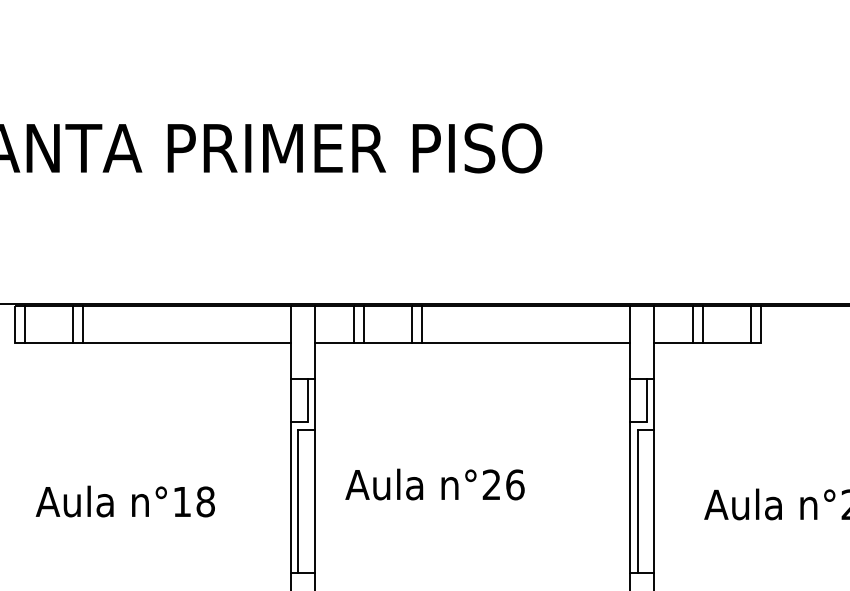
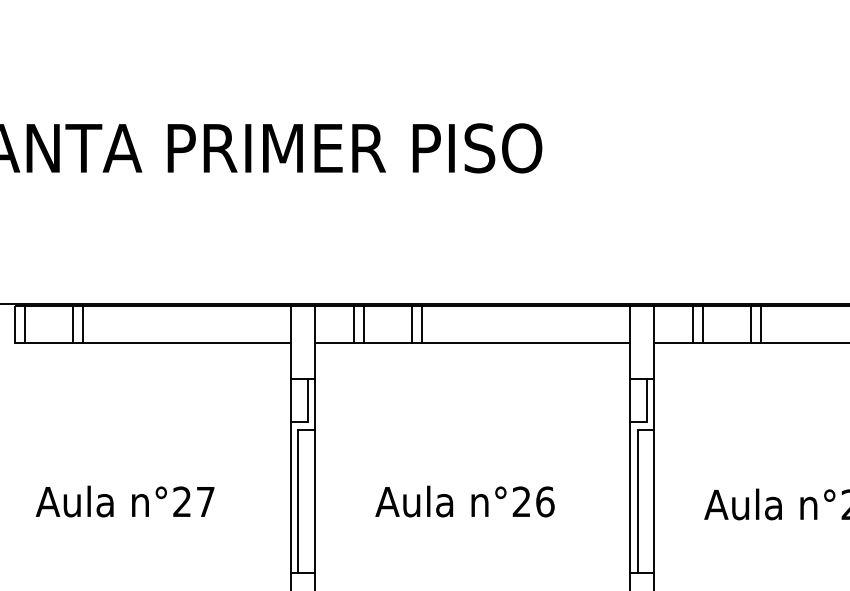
line at (803, 342): none -> present
text at (434, 484) position: (434, 484) -> (464, 501)
text at (193, 501): n°18 -> n°27
